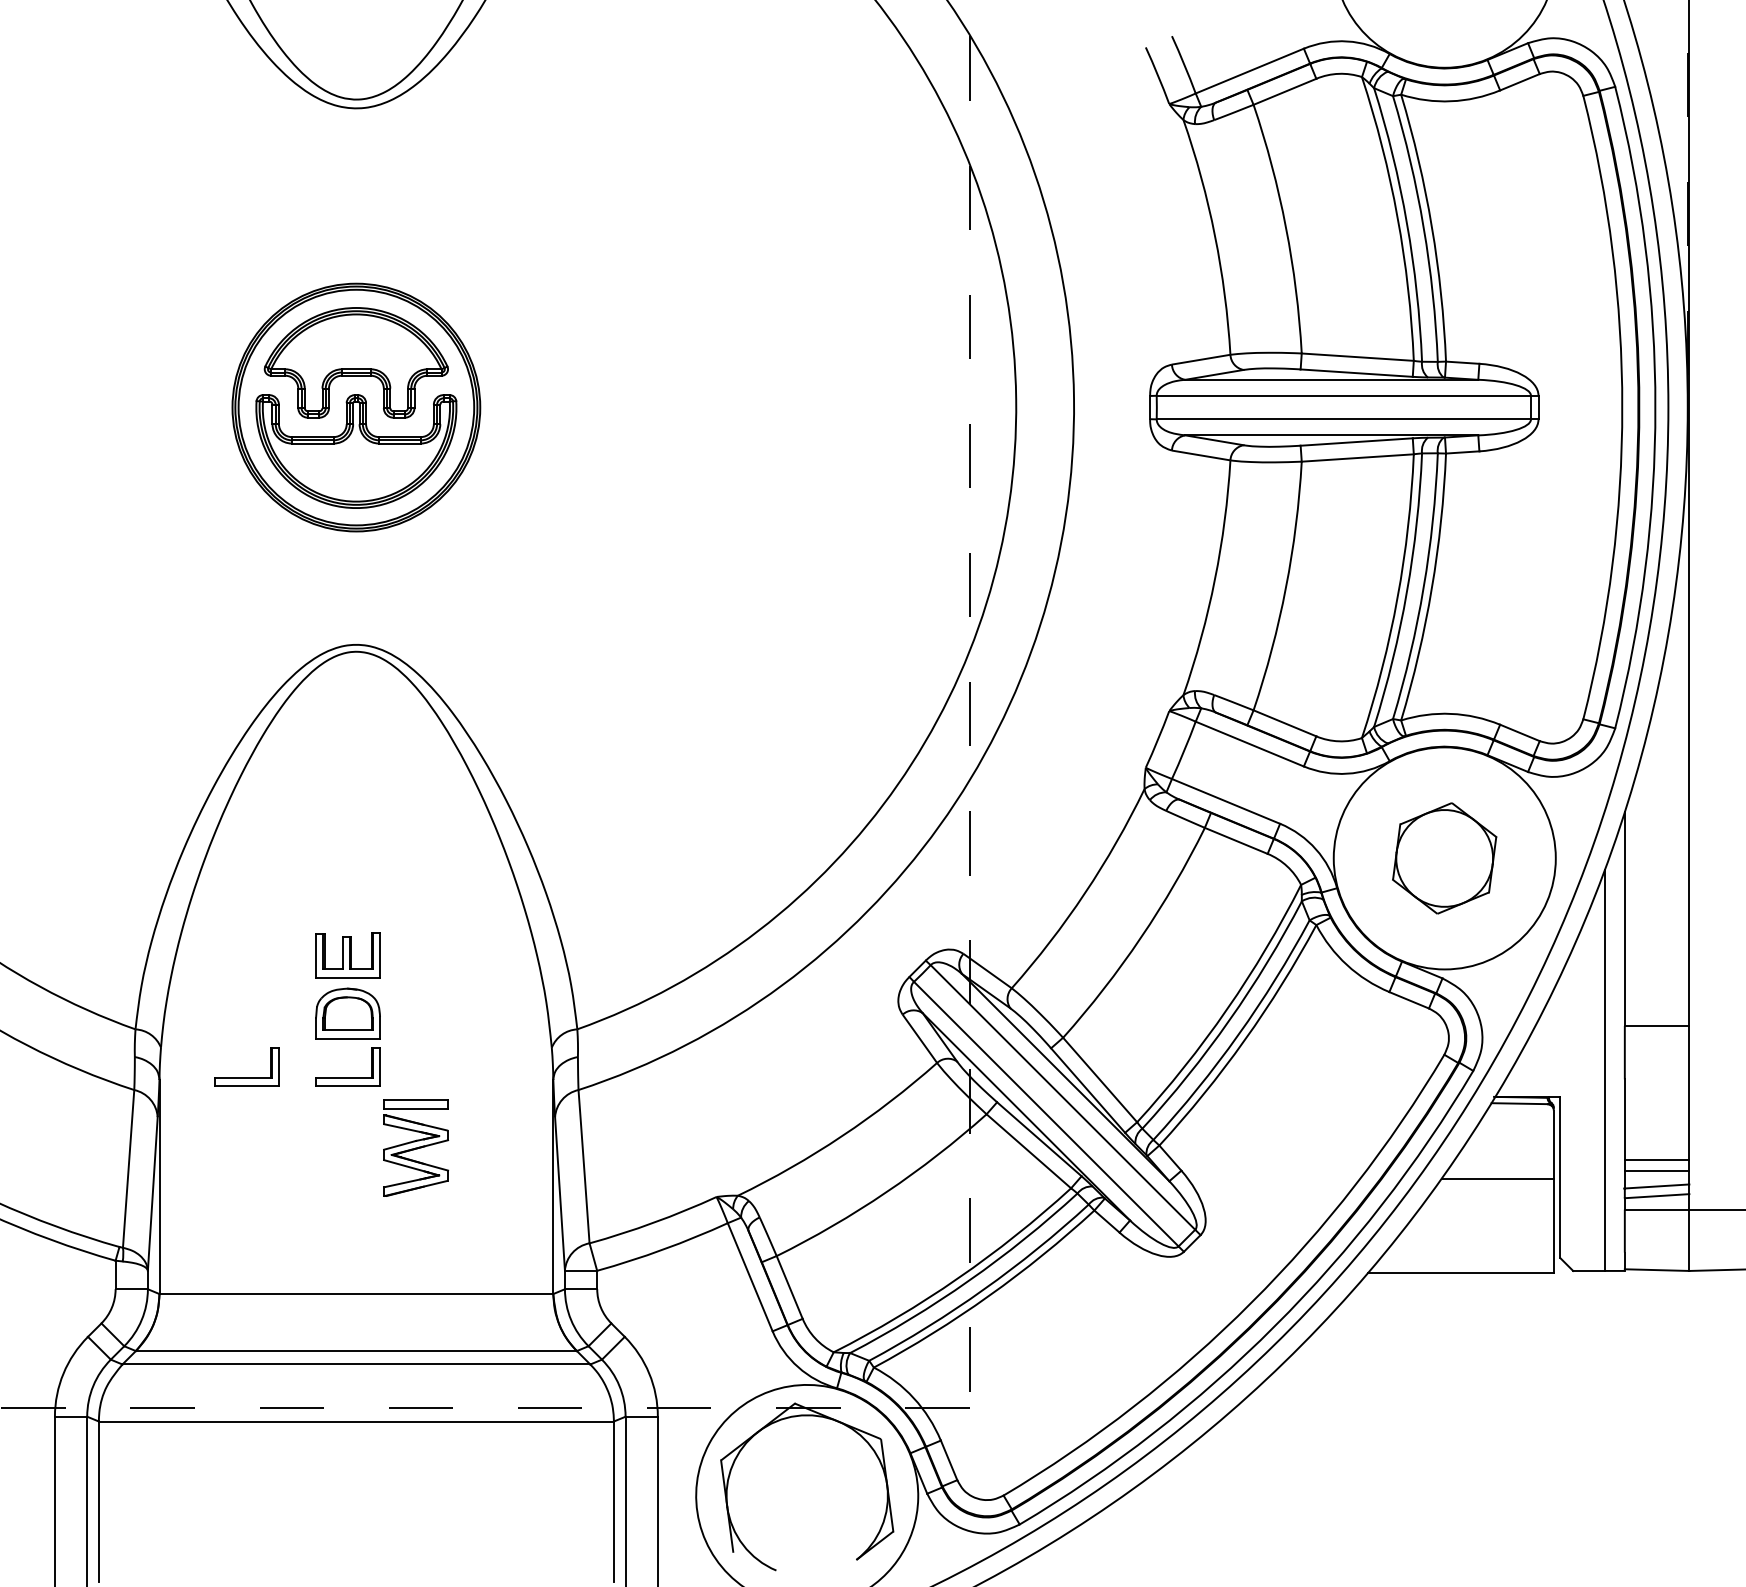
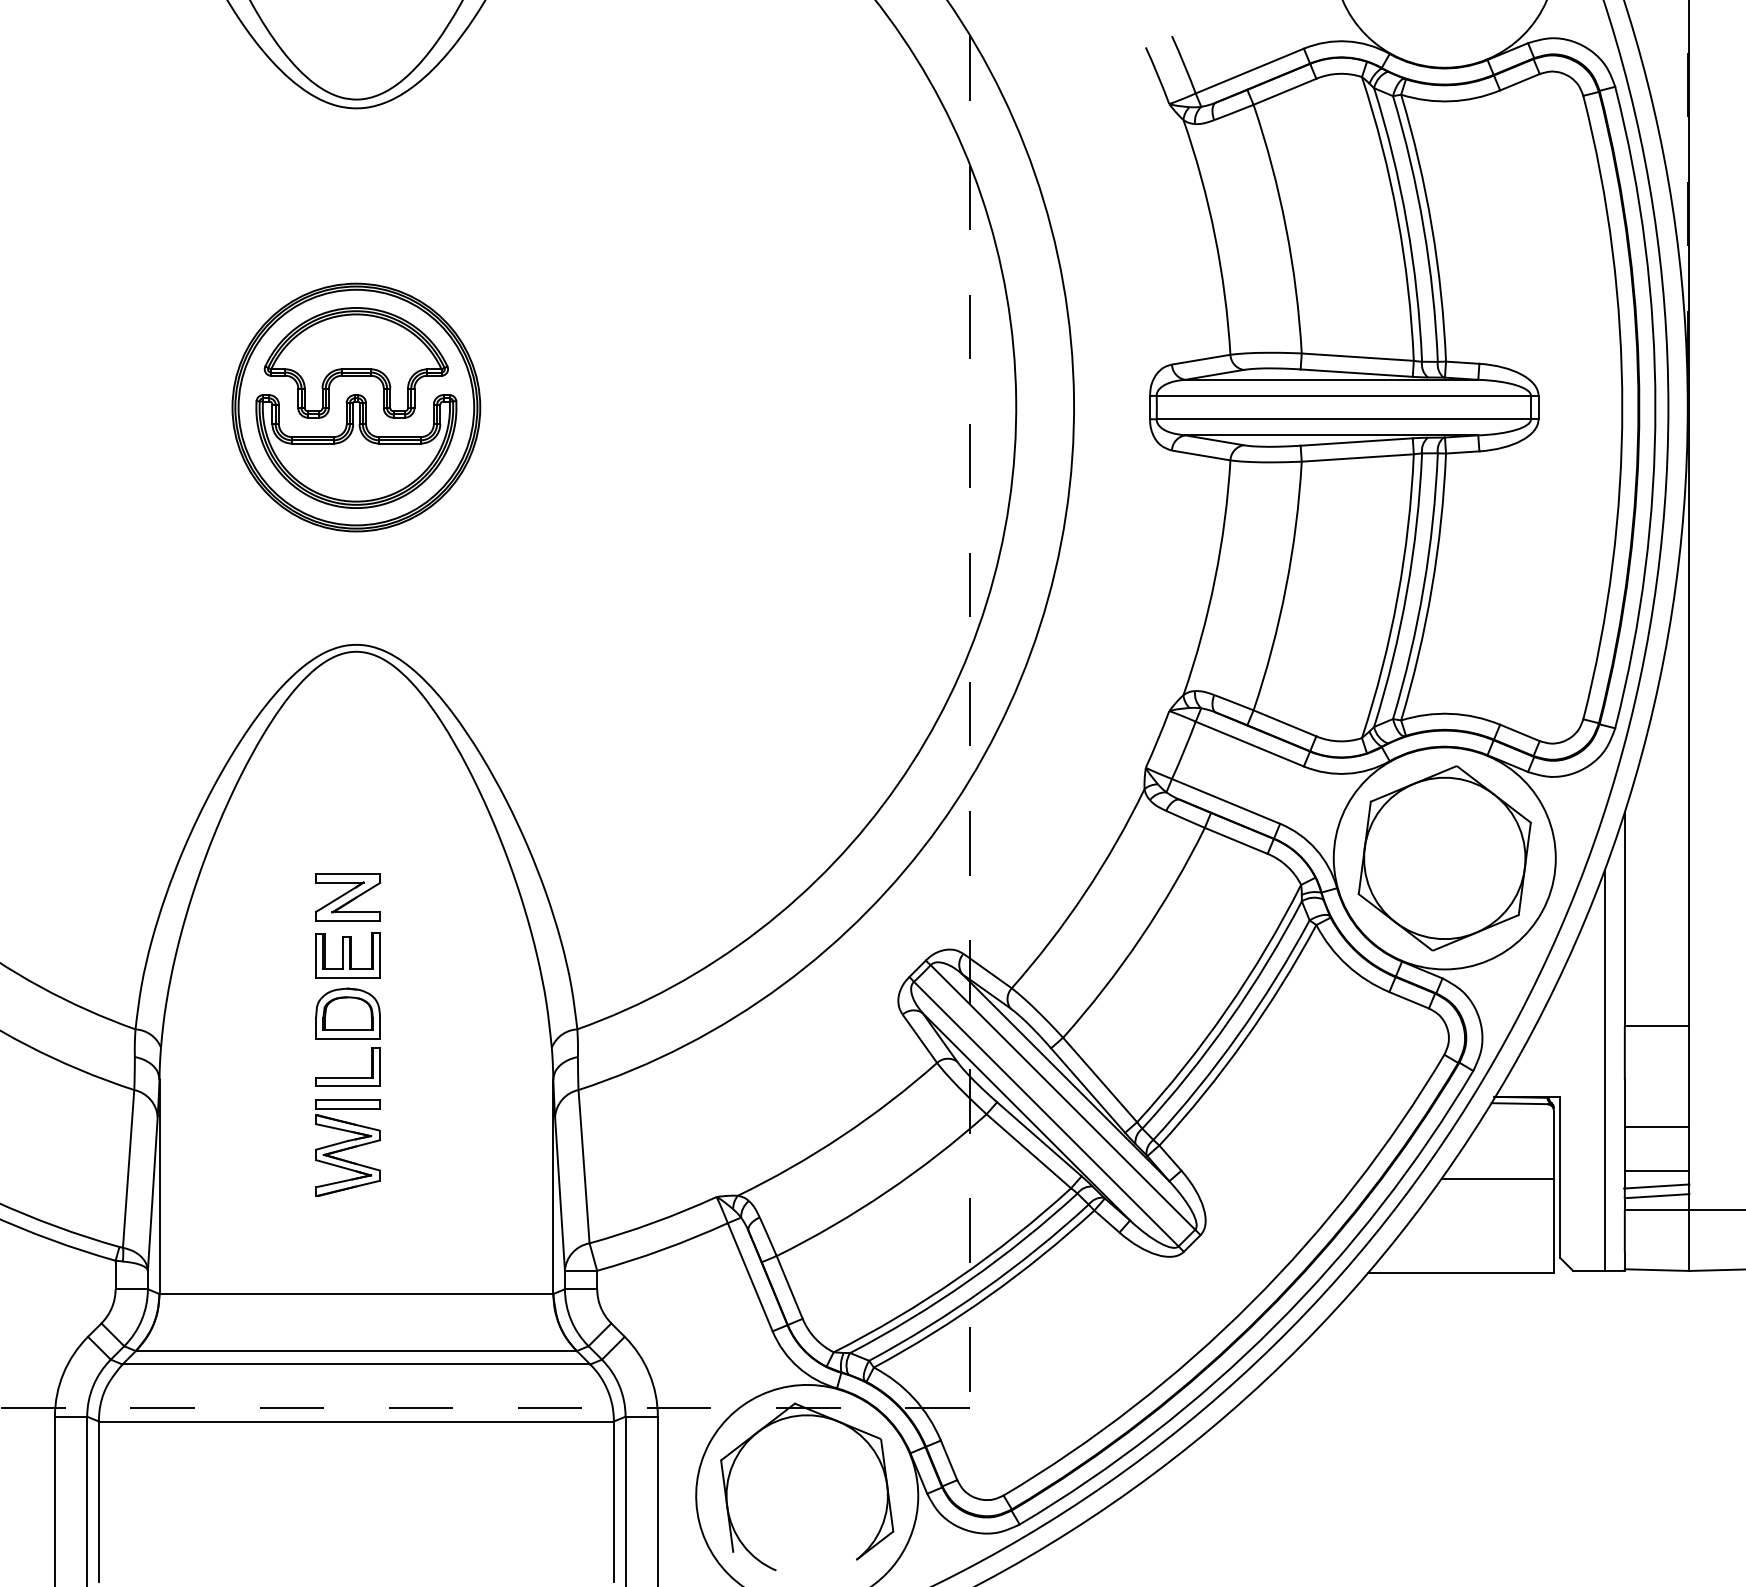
part at (1444, 858) size: 106x113 px -> 175x187 px
part at (348, 897): none -> present
part at (246, 1077): present -> none
part at (416, 1147) position: (416, 1147) -> (348, 1147)
line at (1656, 1160) position: (1656, 1160) -> (1656, 1127)
